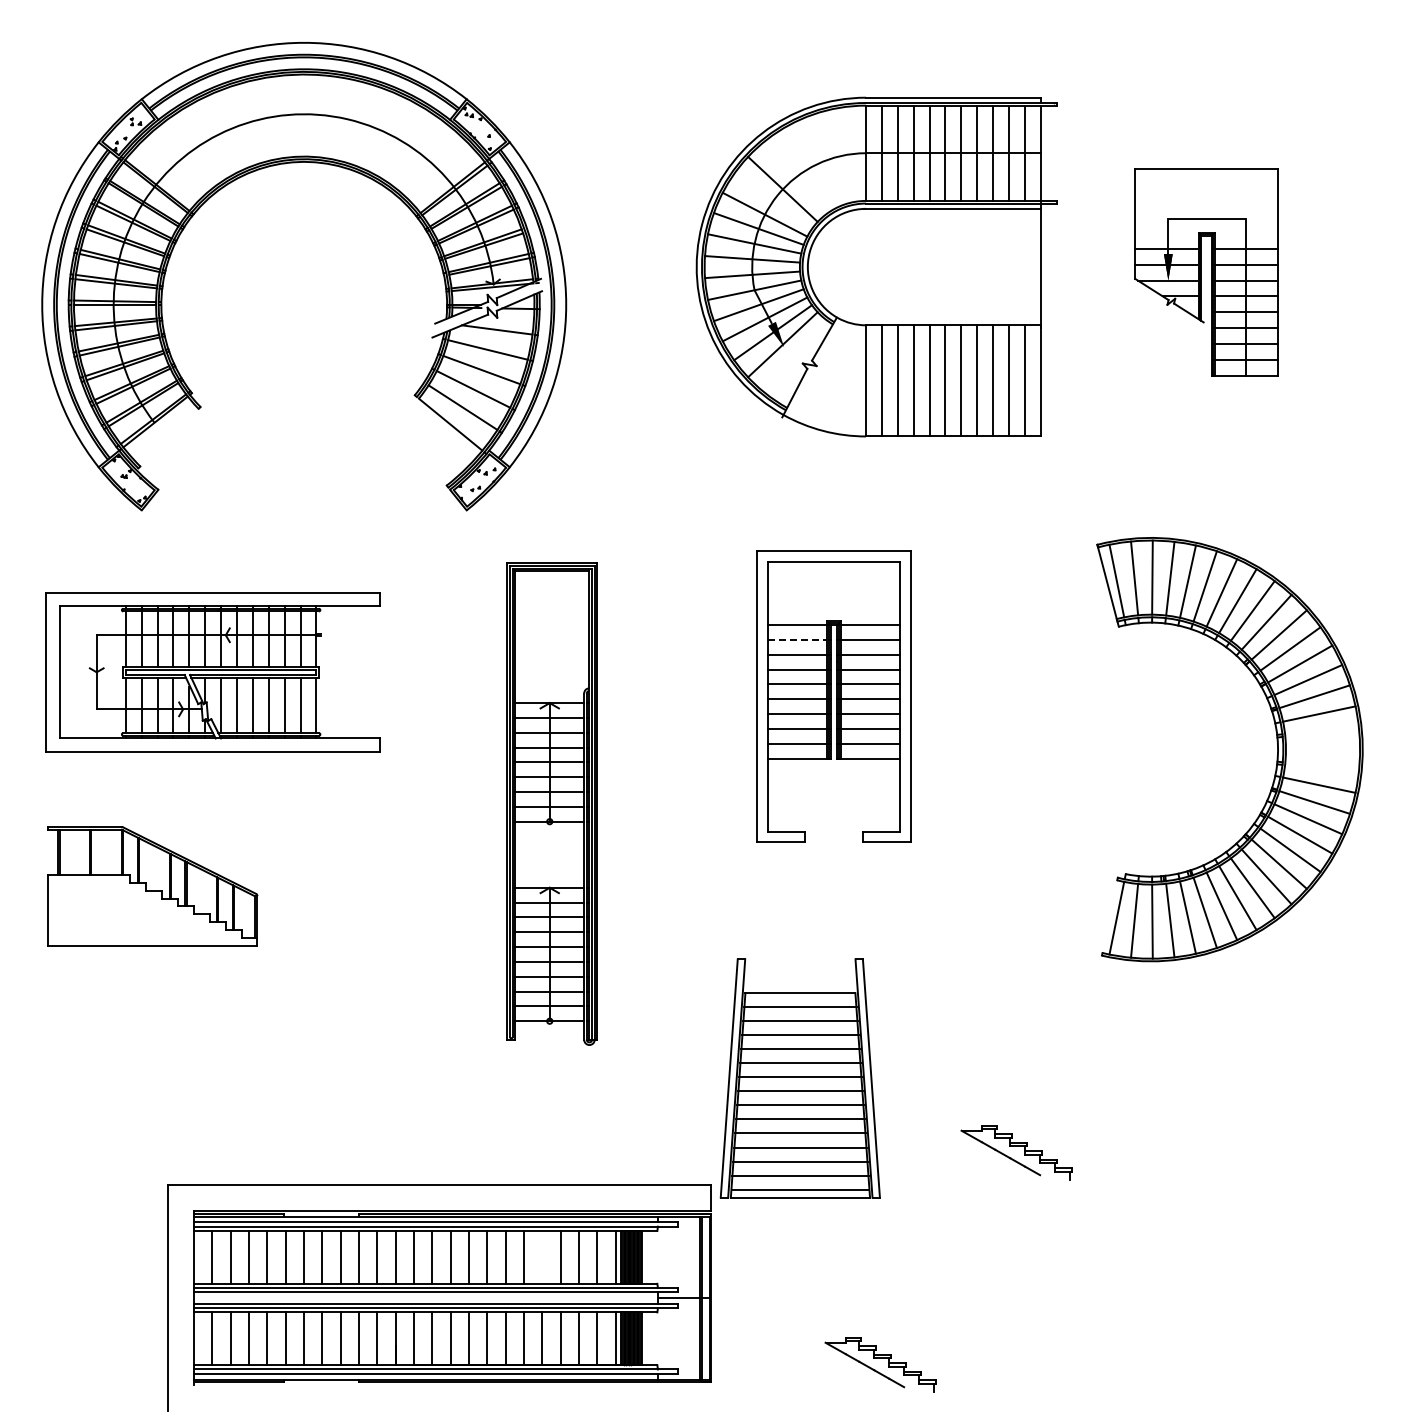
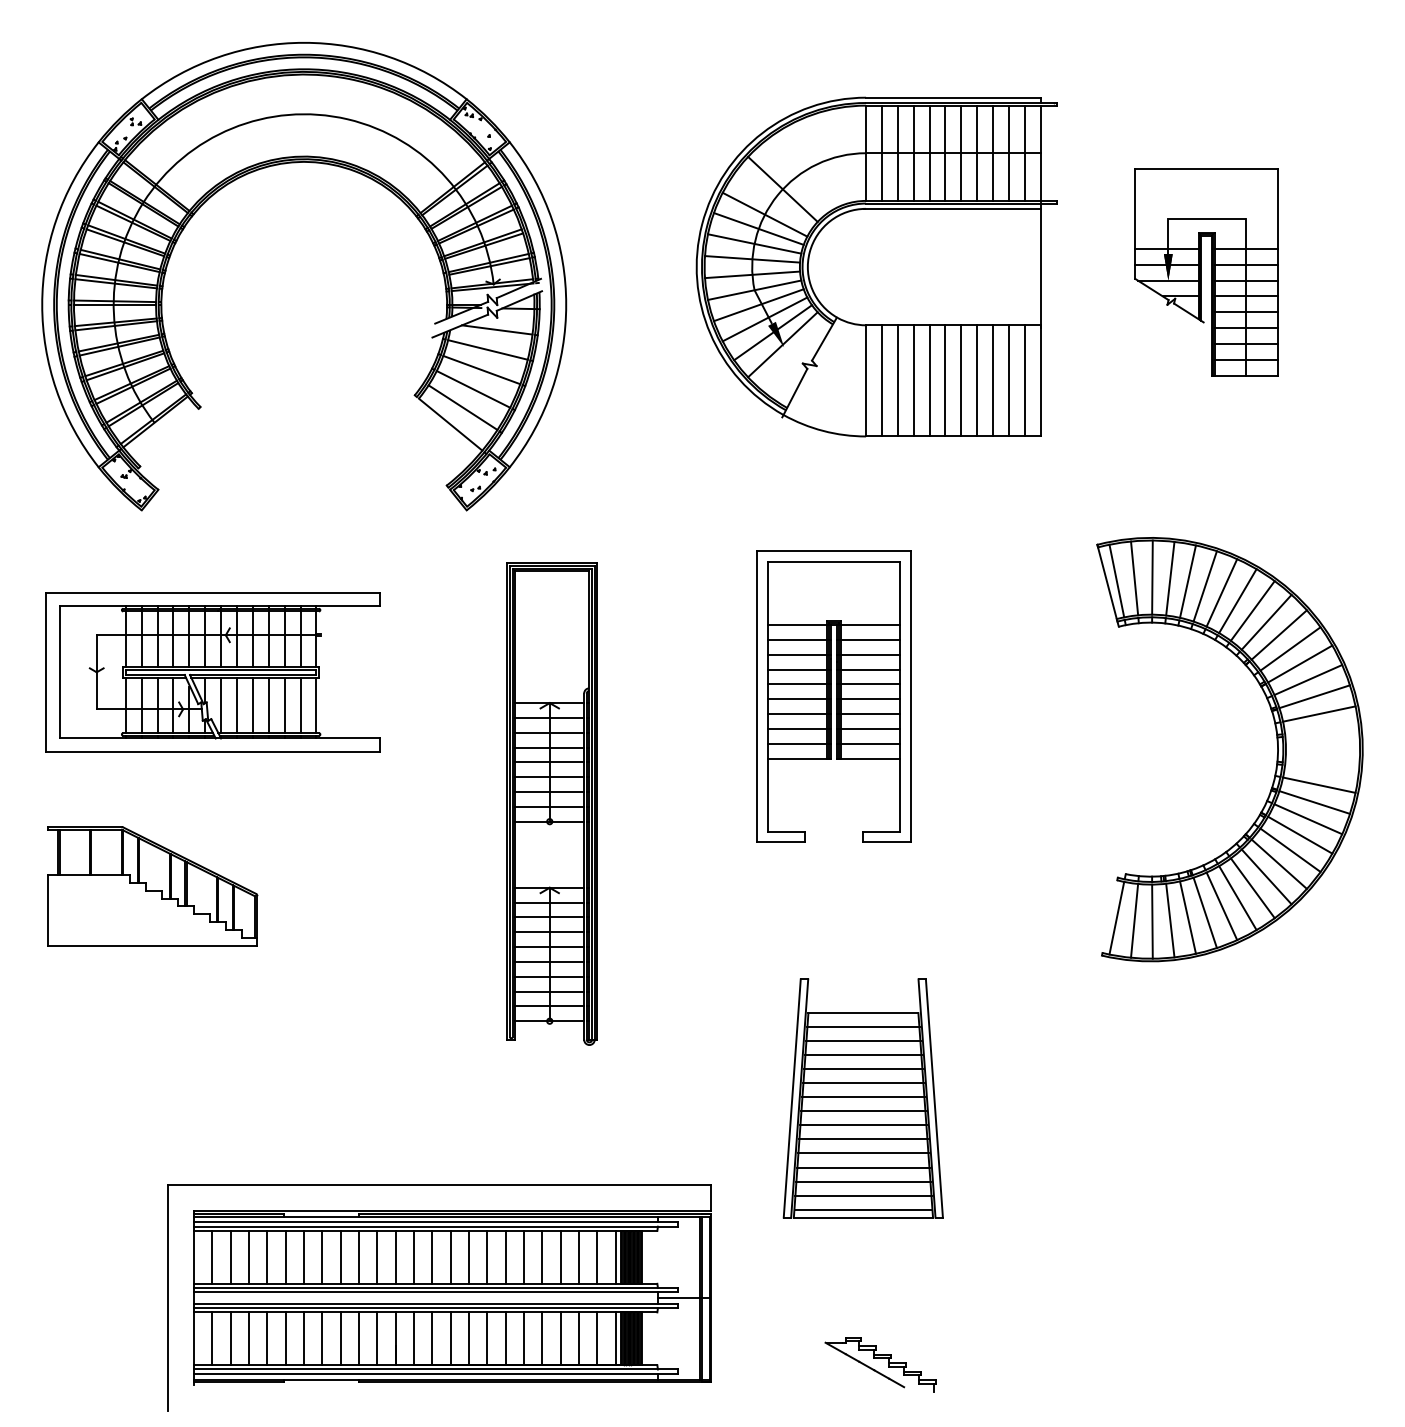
line at (797, 640): dashed -> solid
part at (799, 1078) position: (799, 1078) -> (862, 1098)
part at (1016, 1152): present -> none
line at (542, 1256): none -> present
